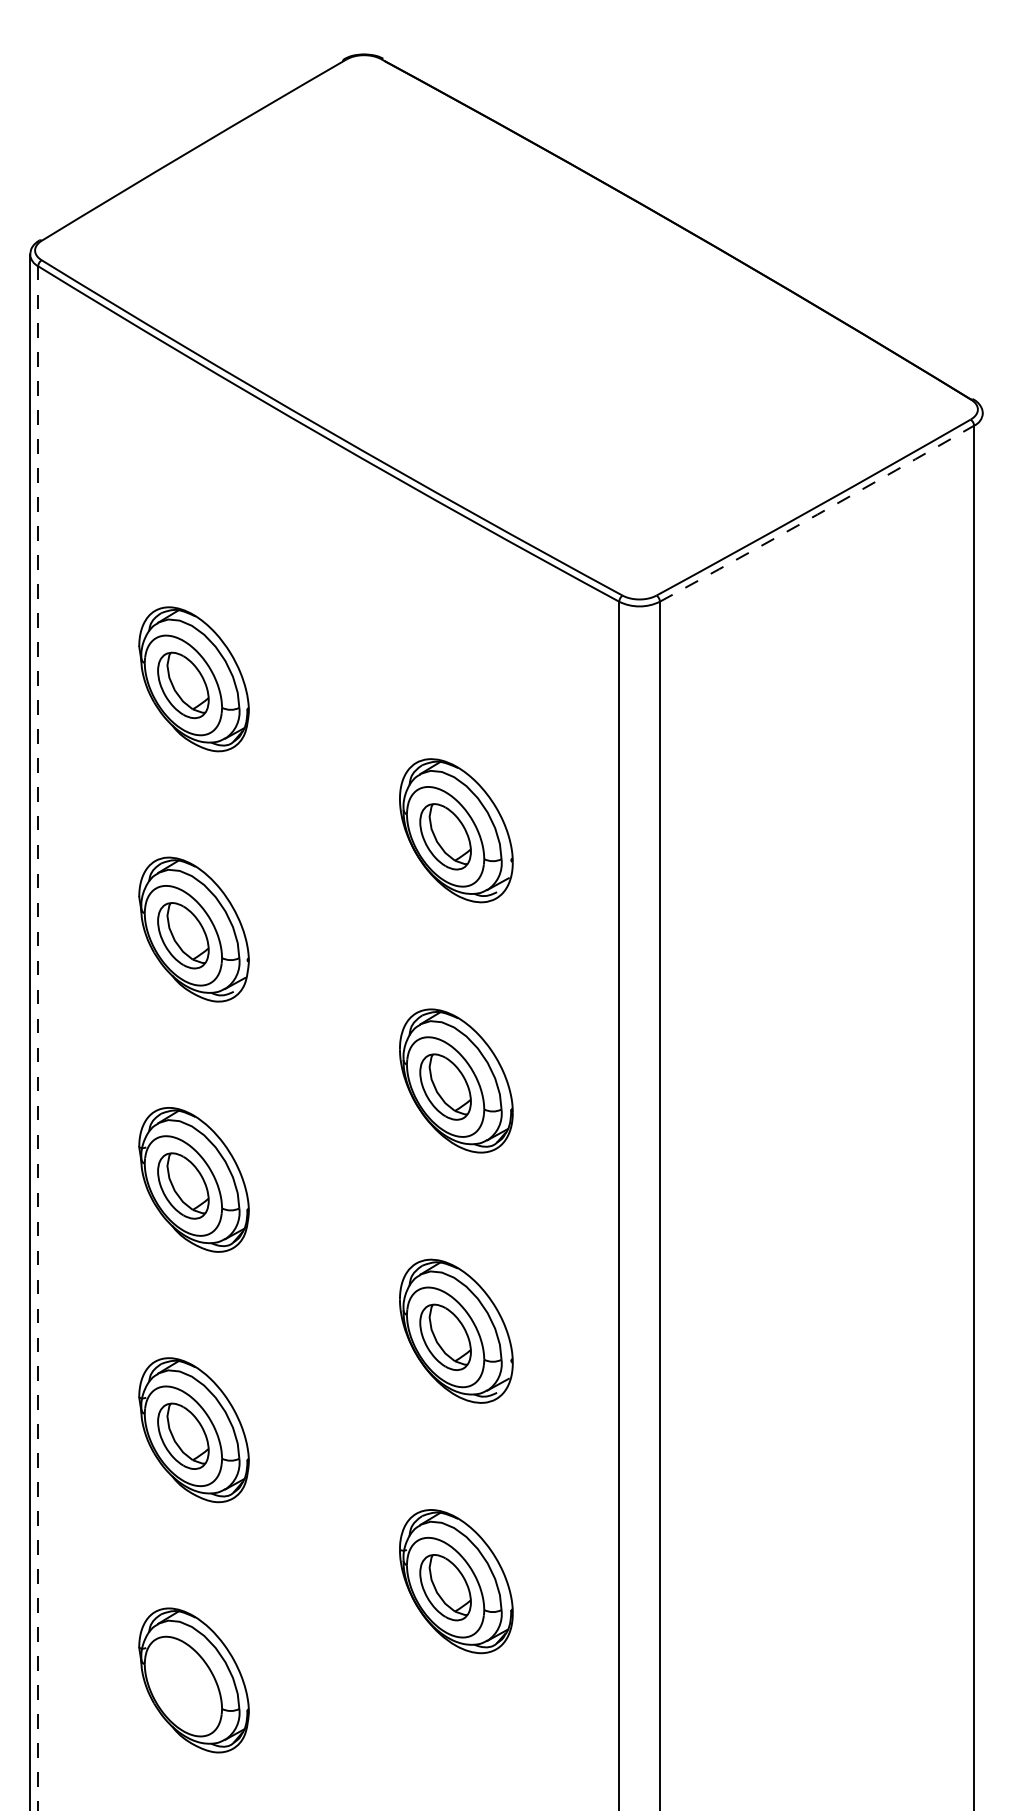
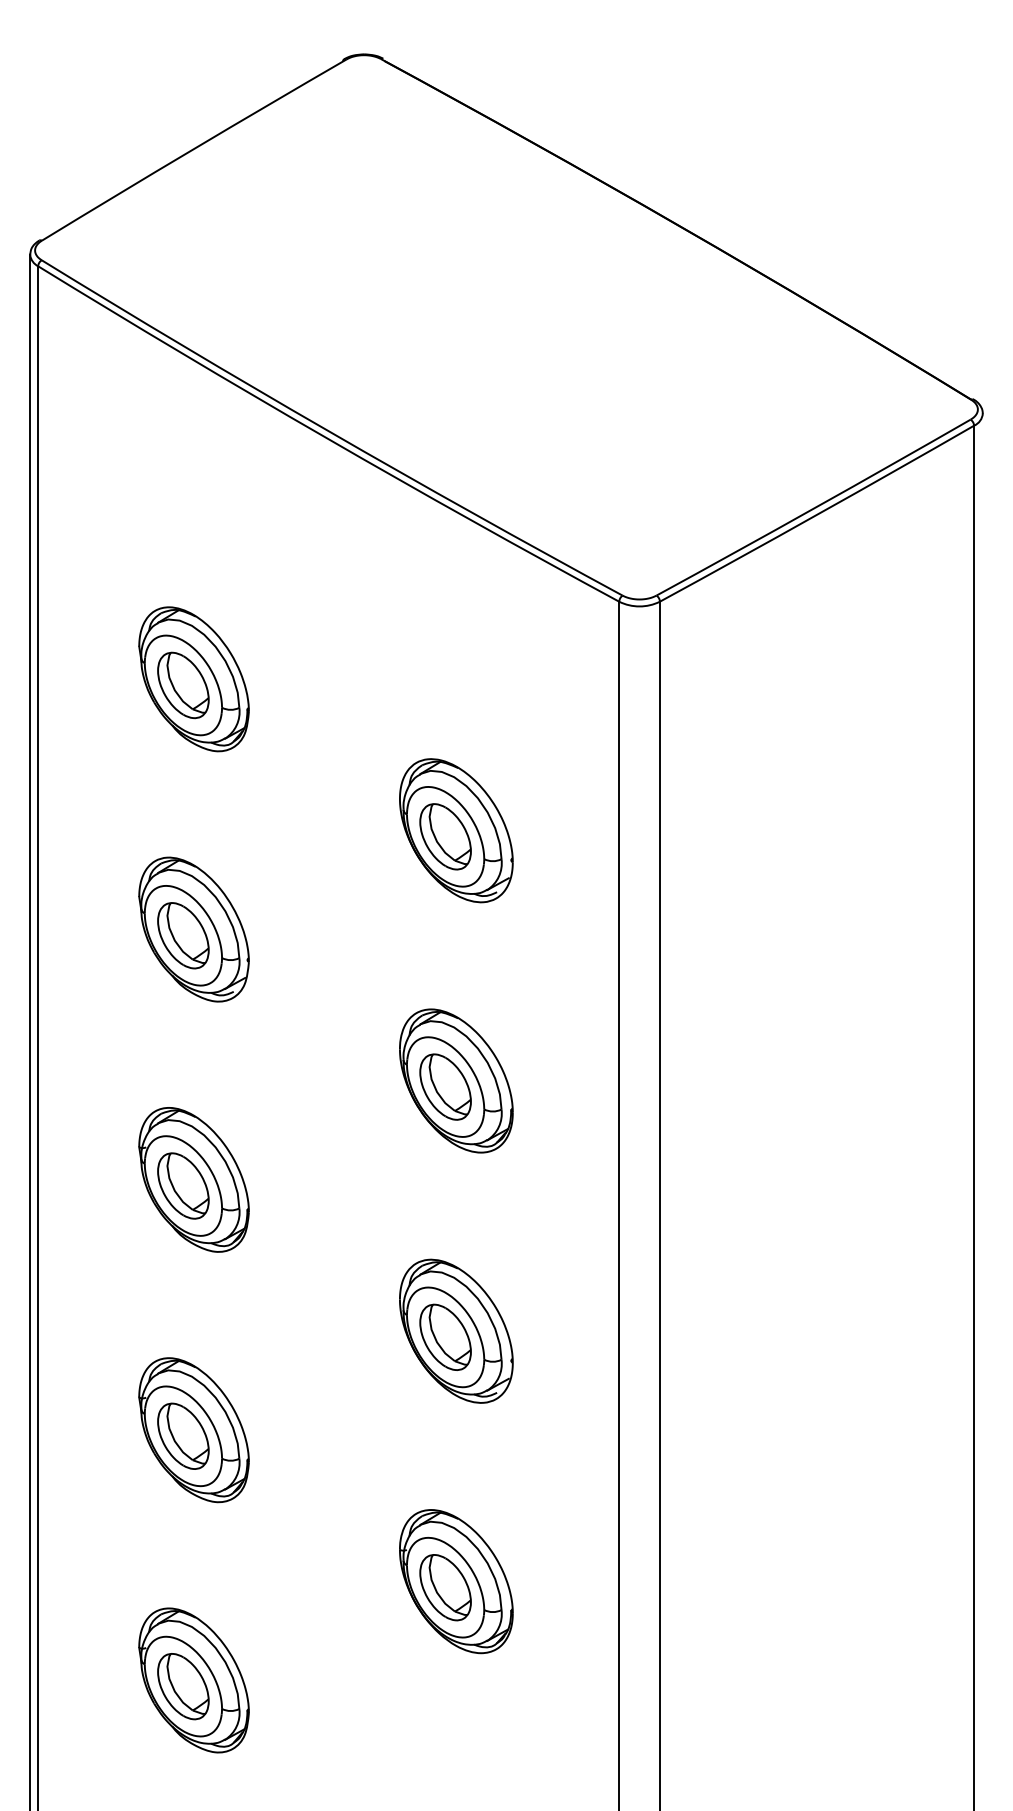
arc at (817, 514): dashed -> solid
line at (38, 1038): dashed -> solid
part at (183, 1686): none -> present
